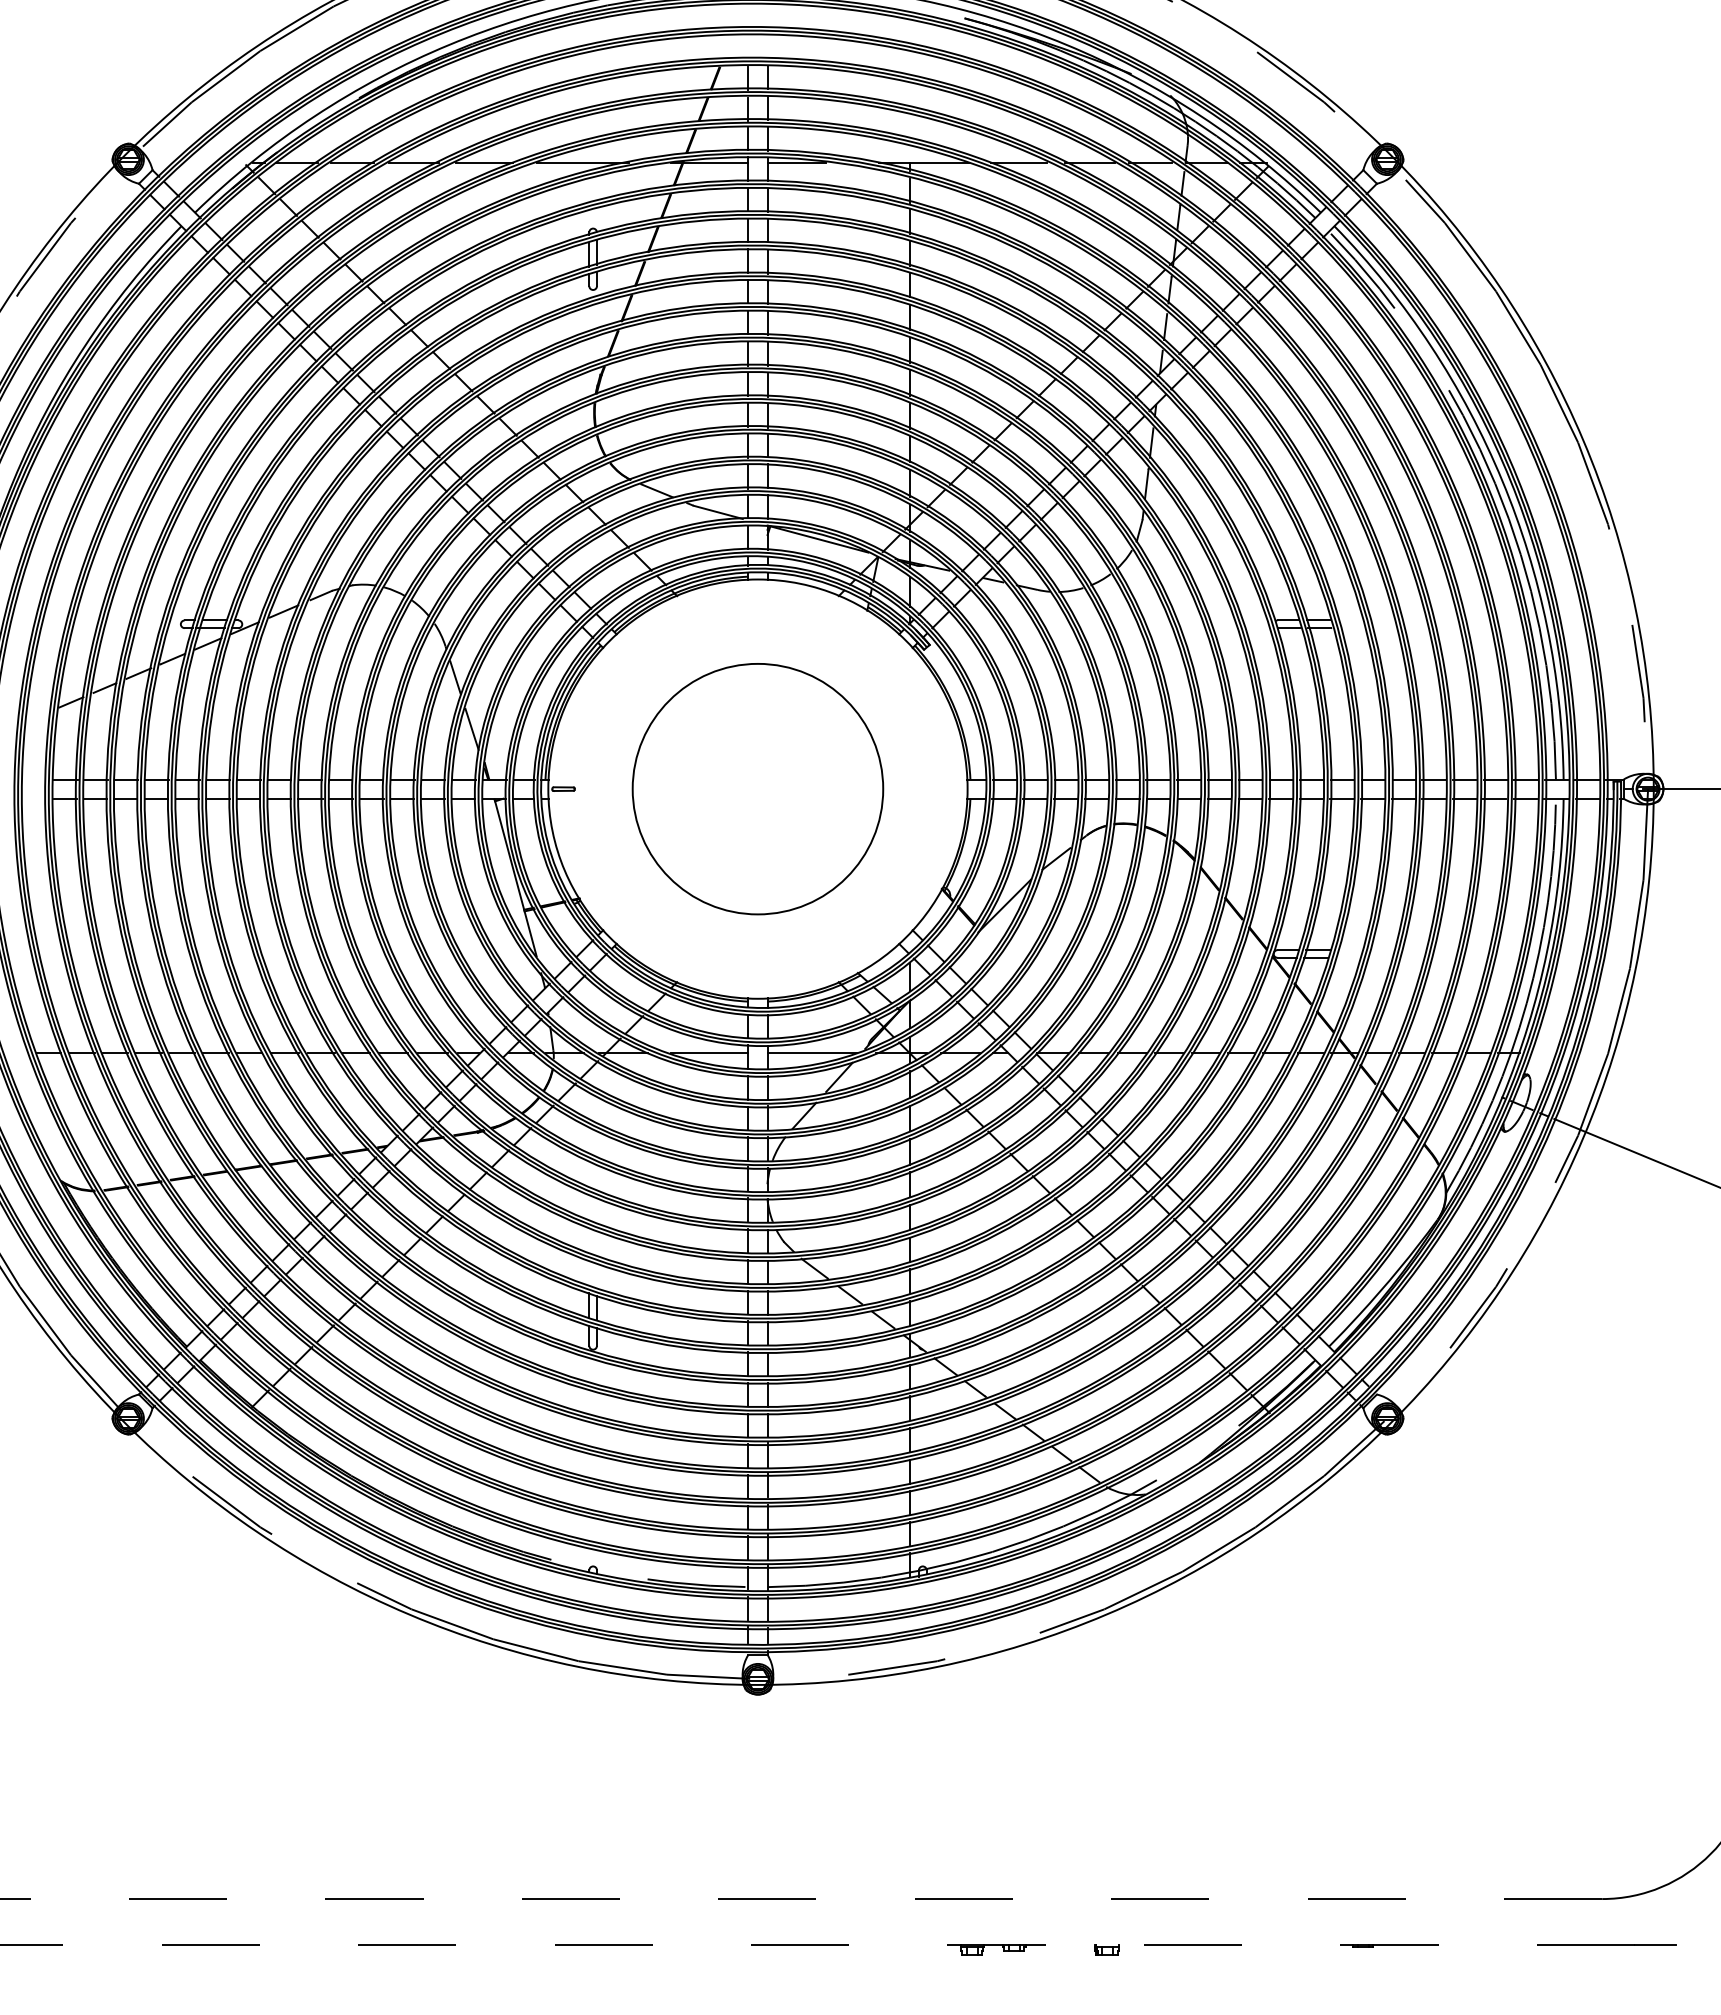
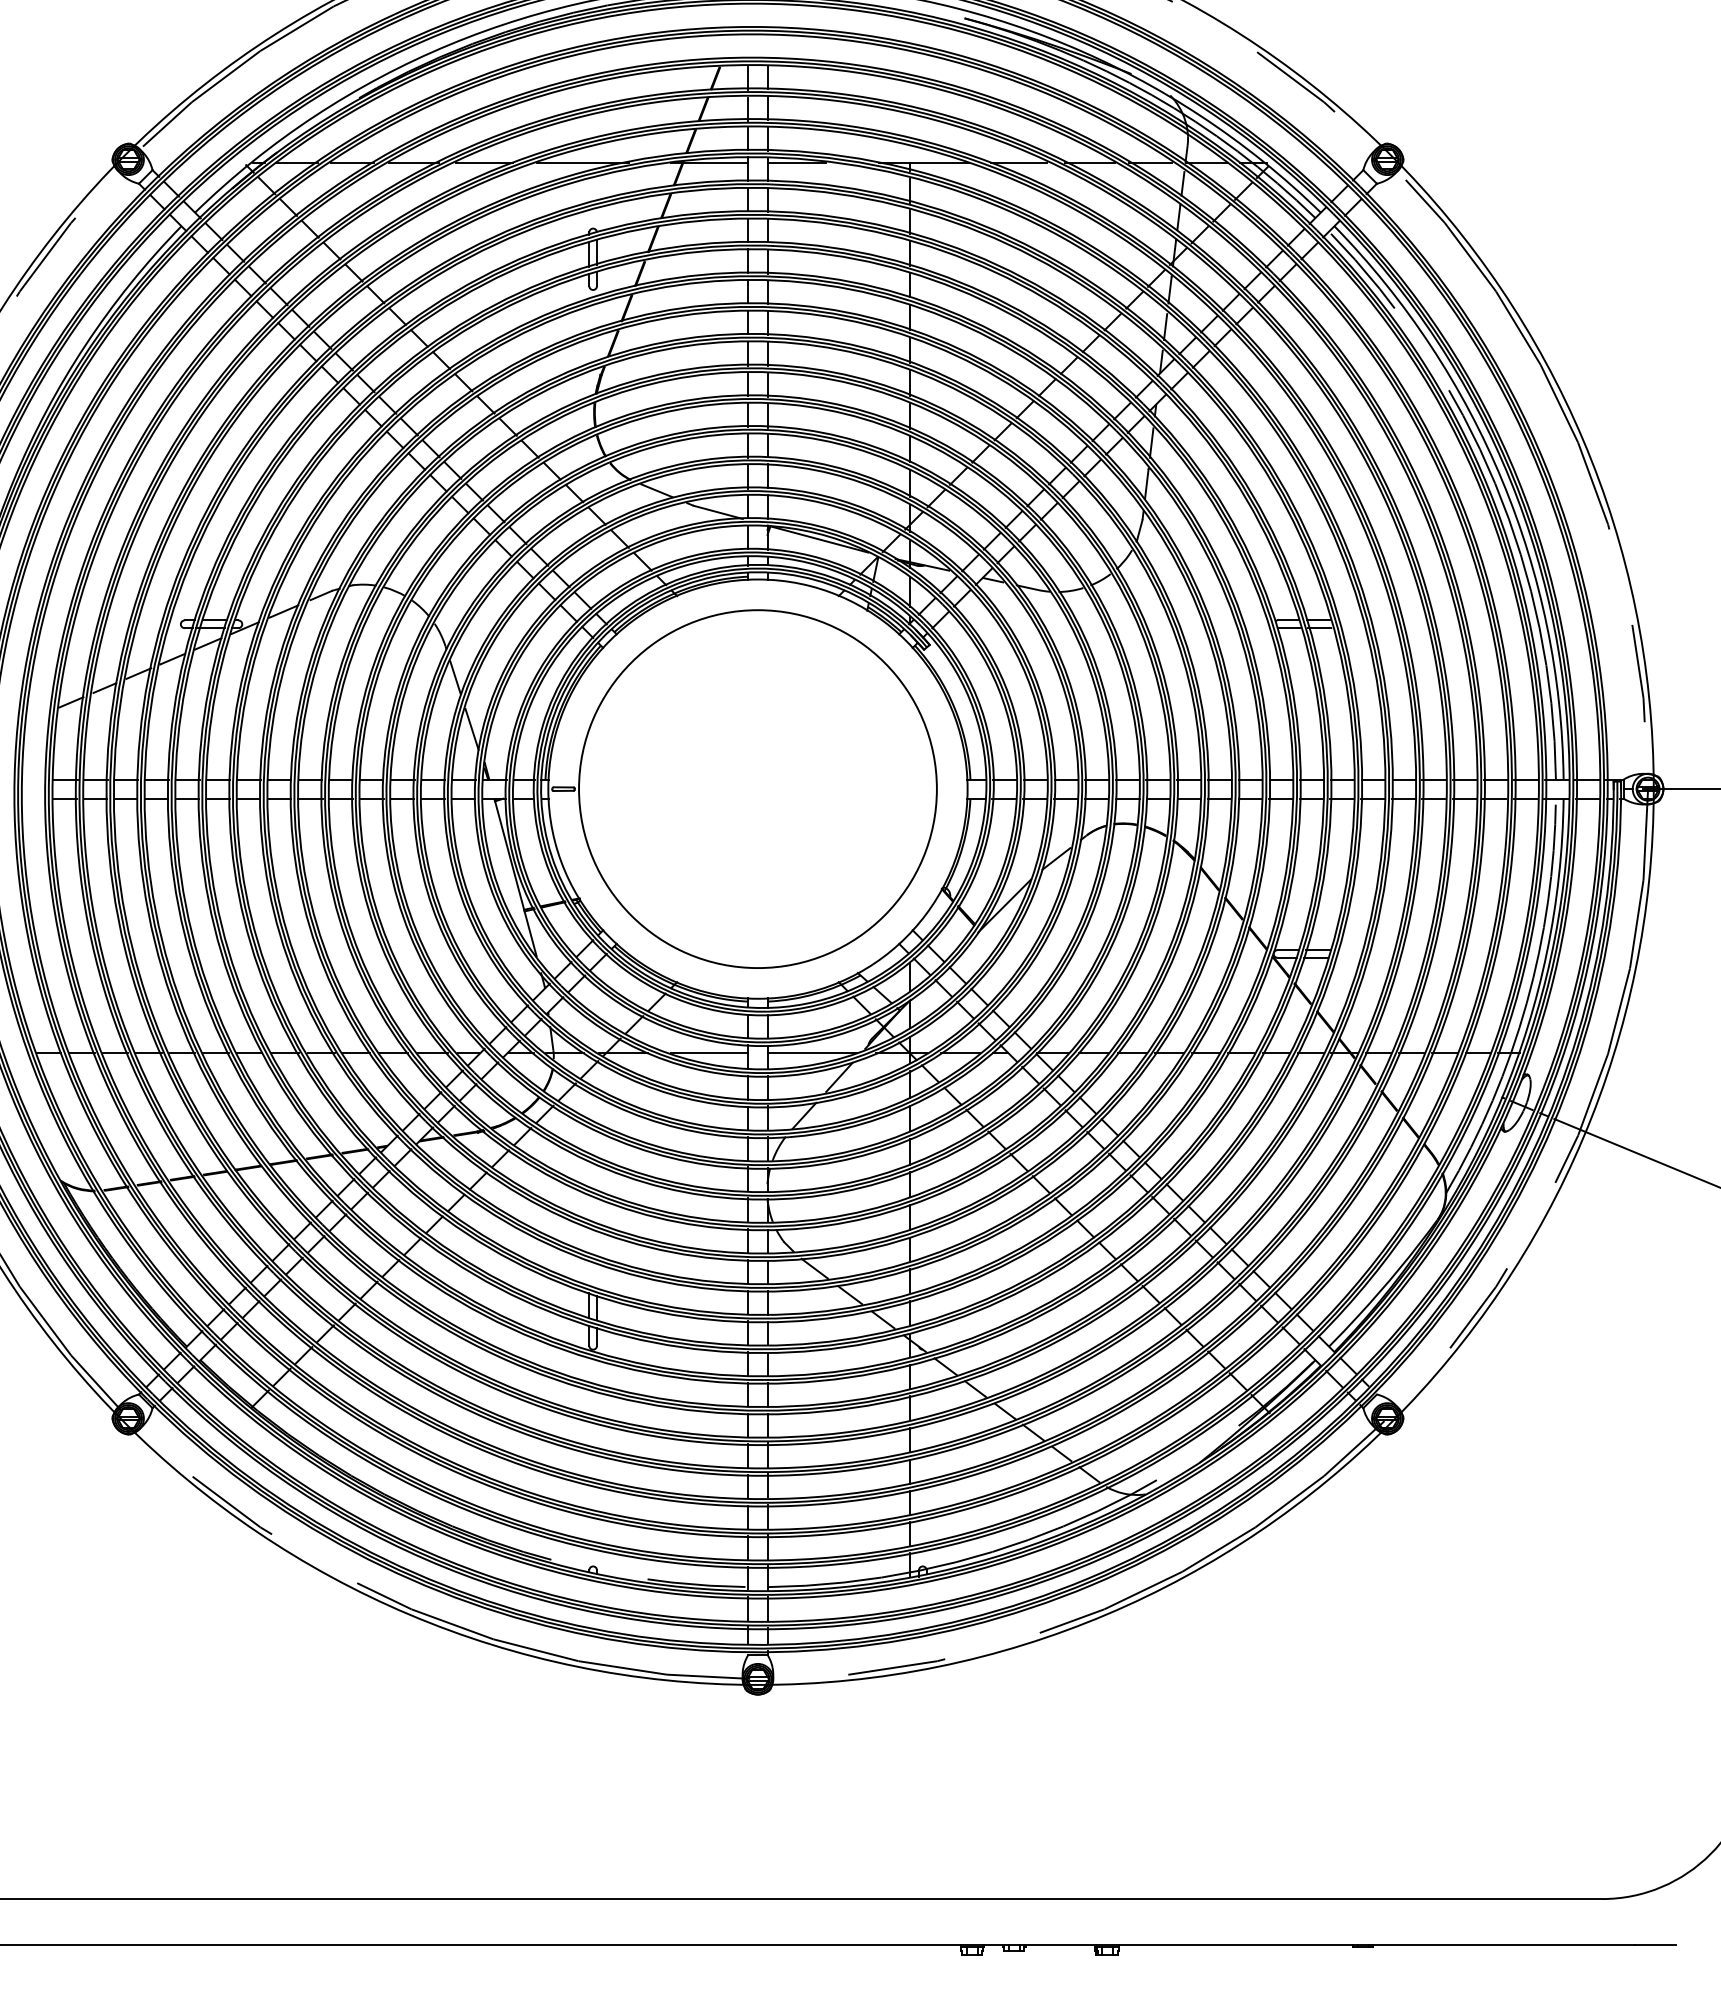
circle at (757, 788) diameter: 251 px -> 358 px
line at (801, 1899): dashed -> solid
line at (817, 1944): dashed -> solid
